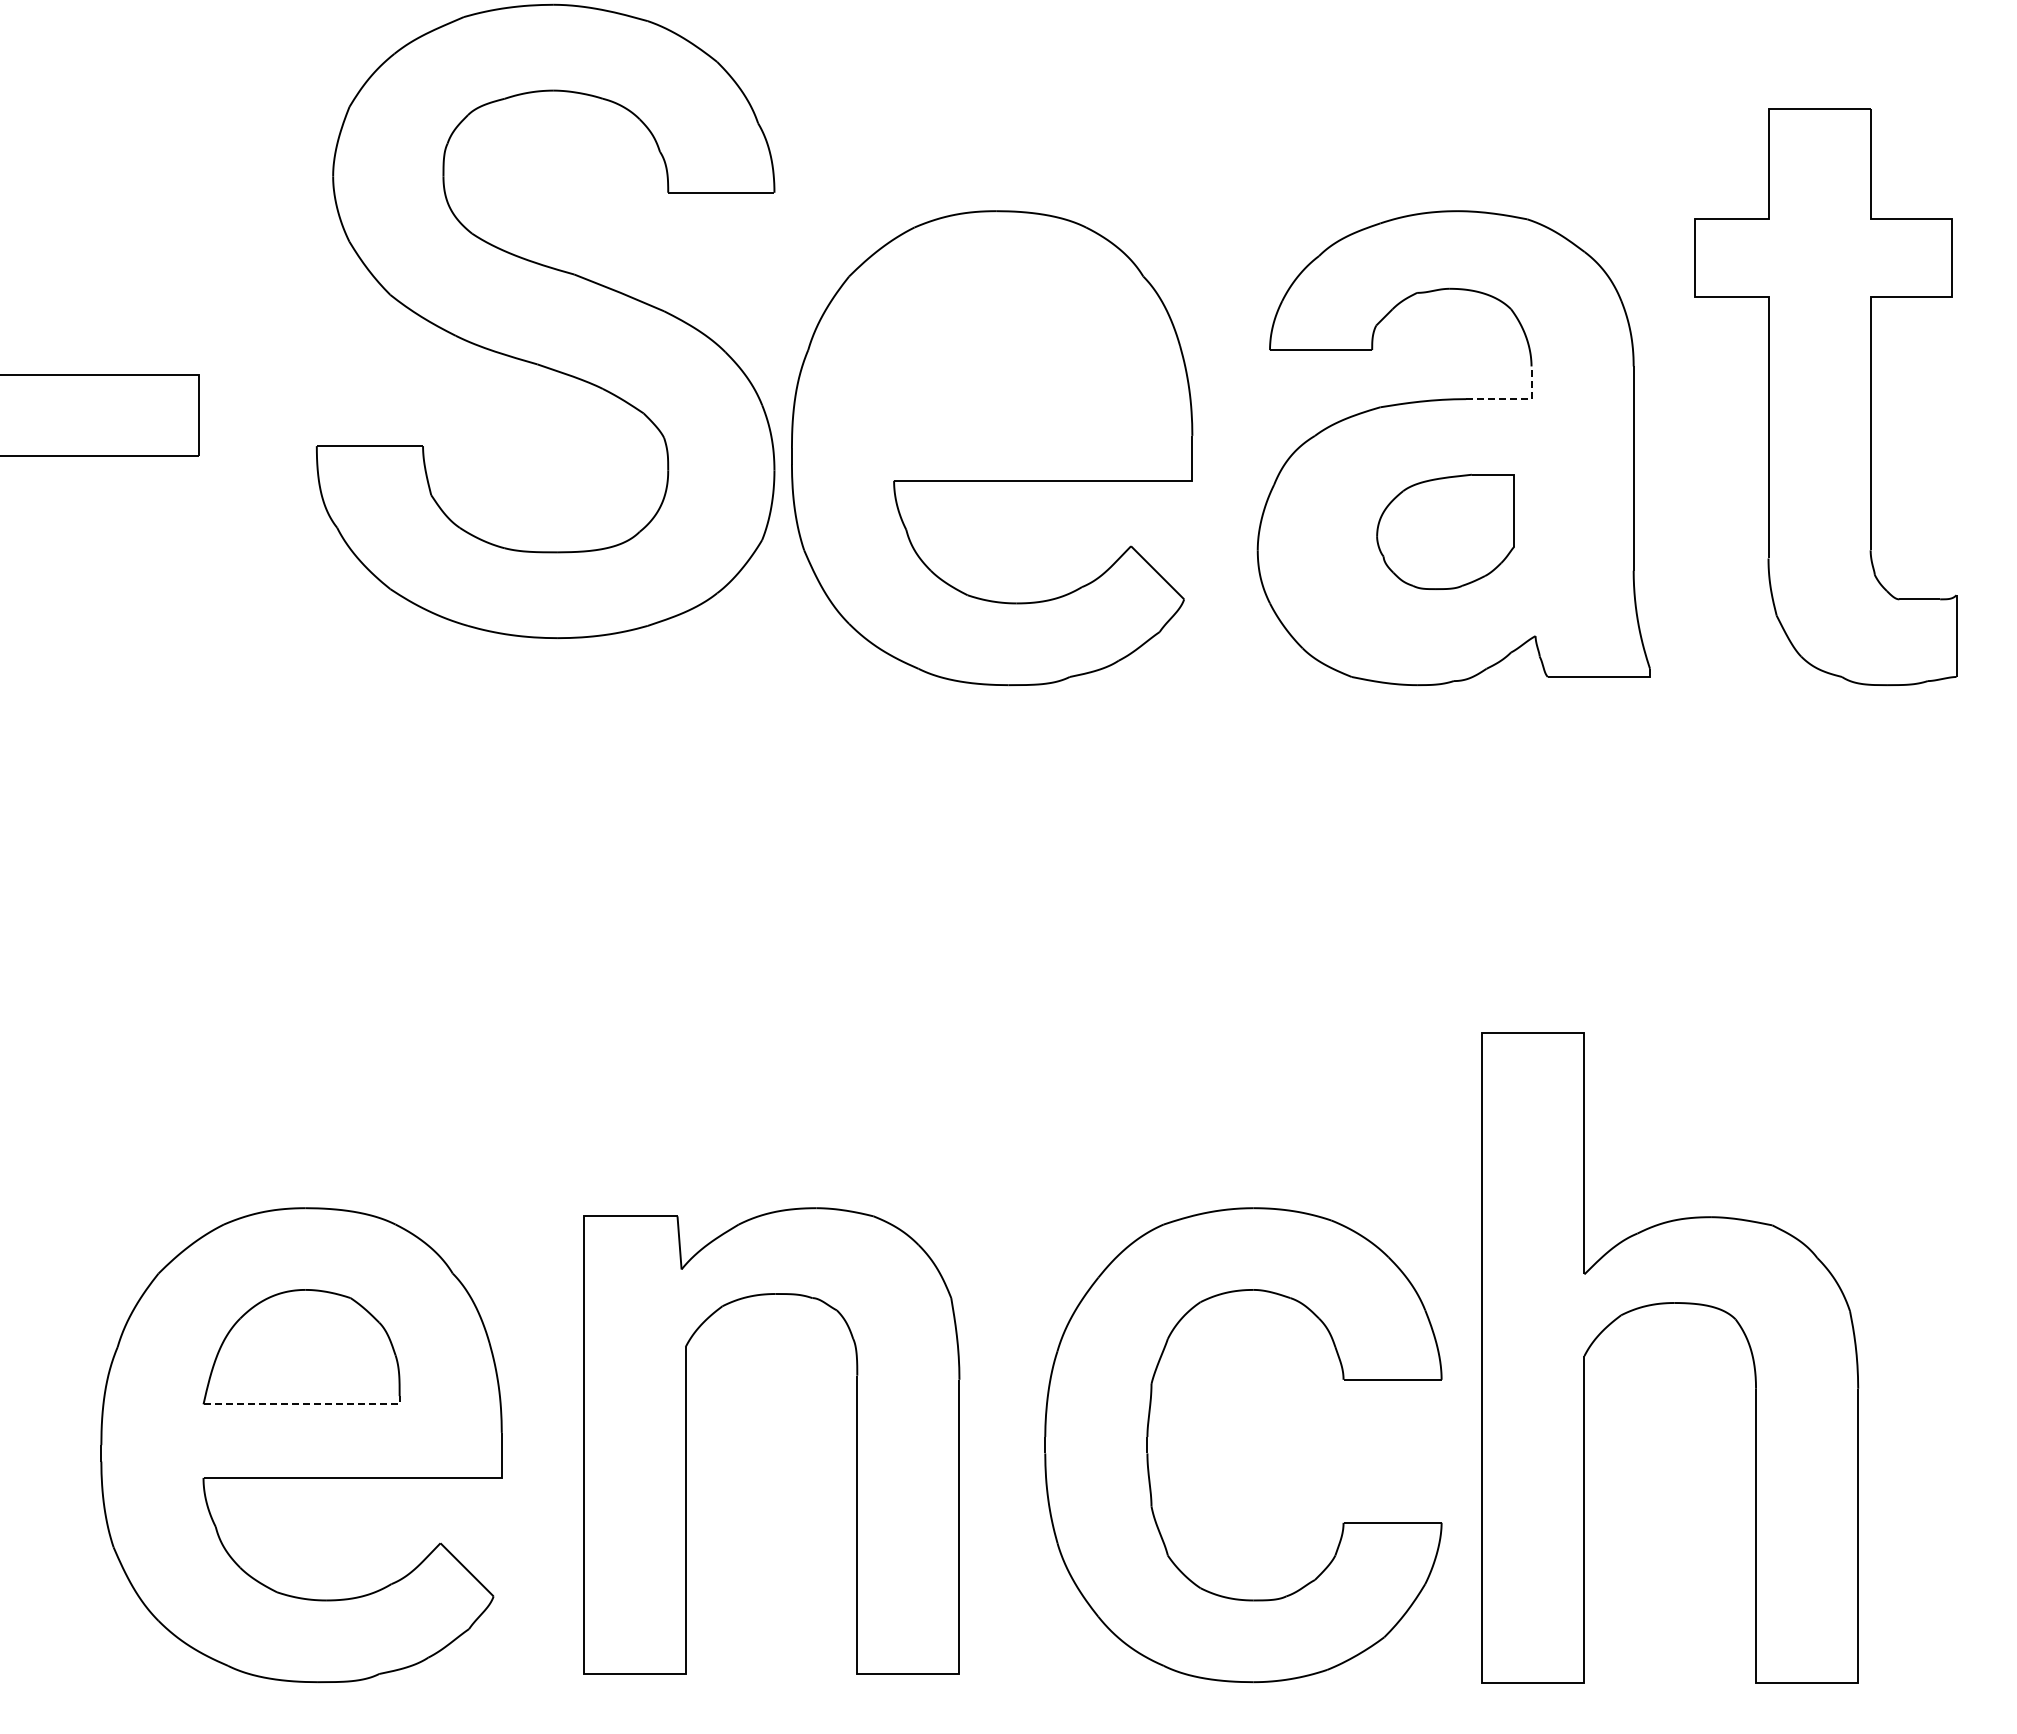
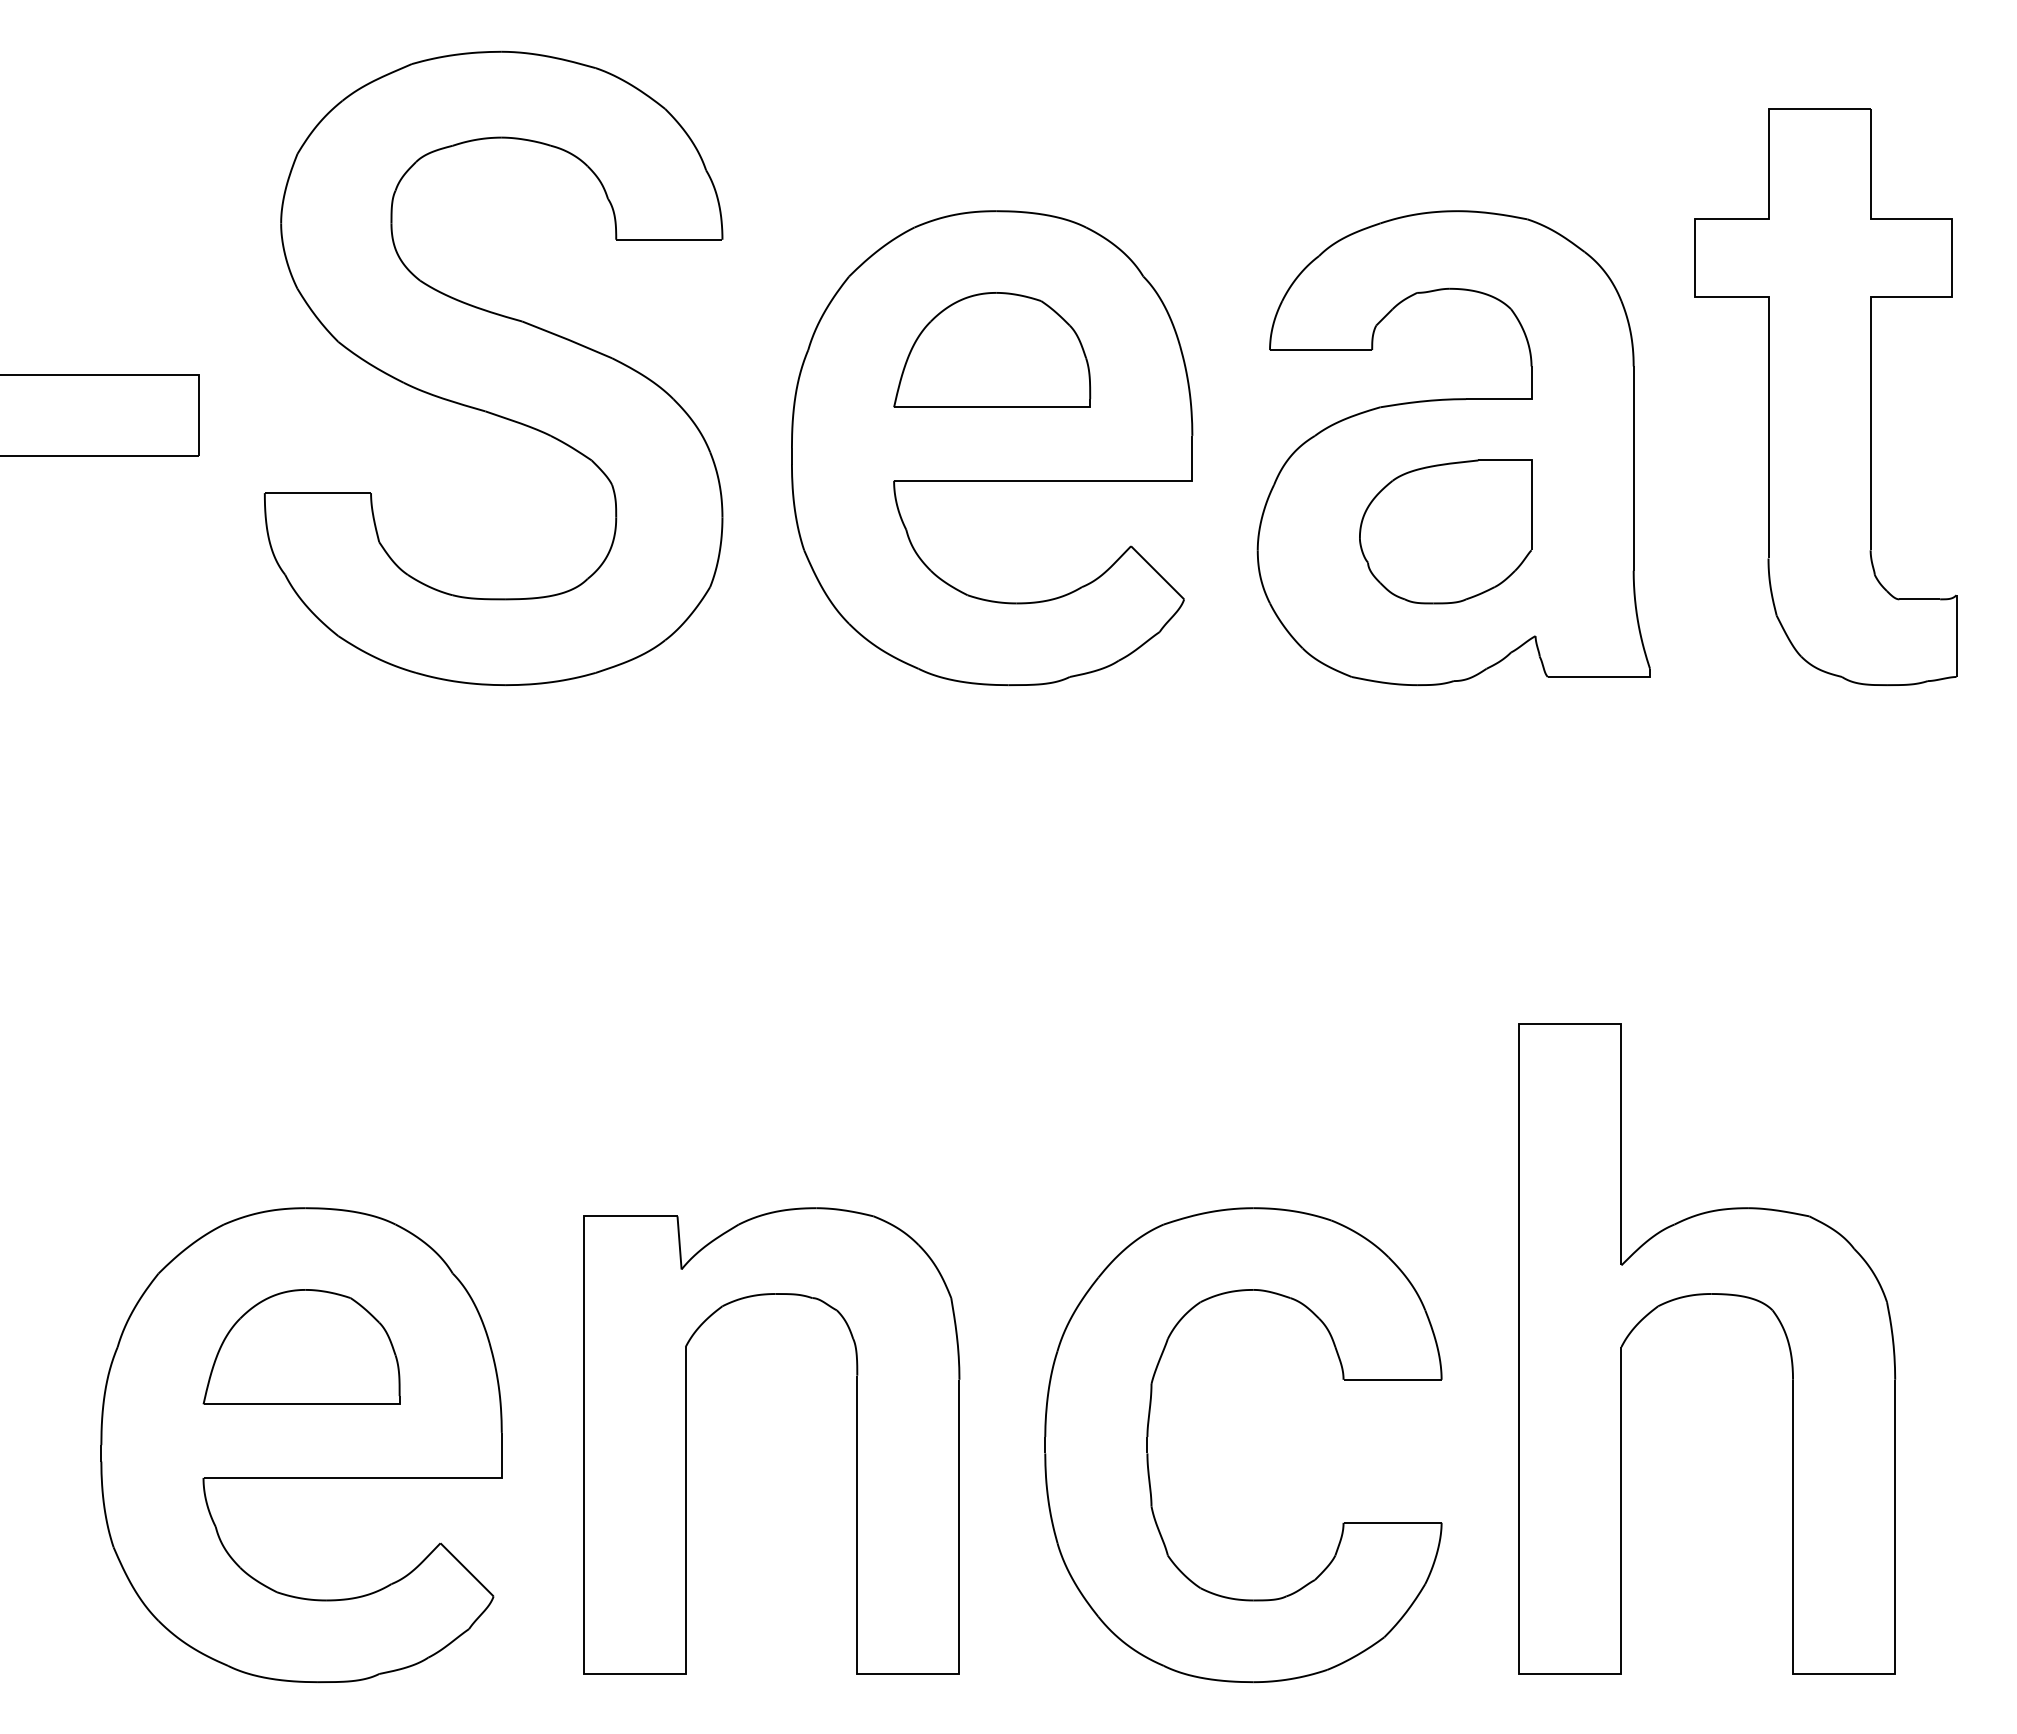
part at (545, 321) position: (545, 321) -> (493, 368)
part at (992, 349): none -> present
line at (1515, 399): dashed -> solid
part at (1445, 531) size: 139x117 px -> 174x146 px
part at (1667, 1304) position: (1667, 1304) -> (1704, 1295)
line at (307, 1404): dashed -> solid
